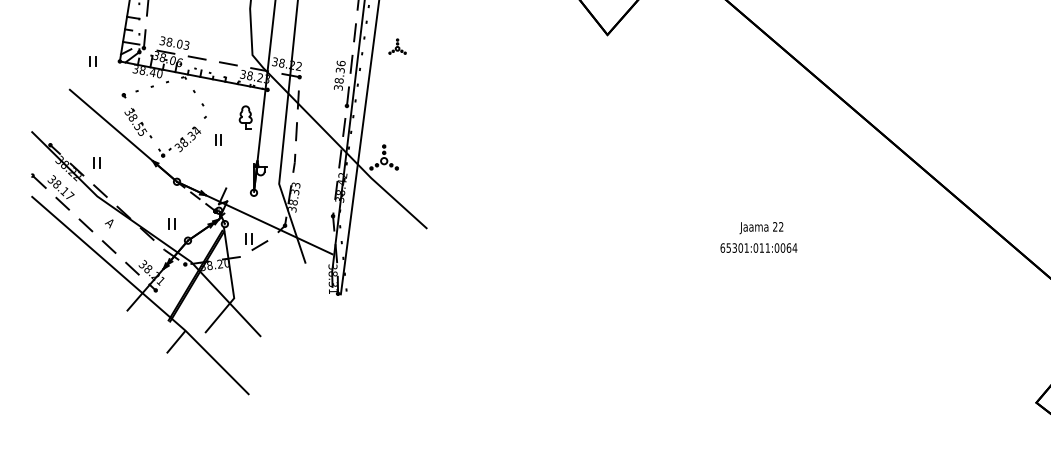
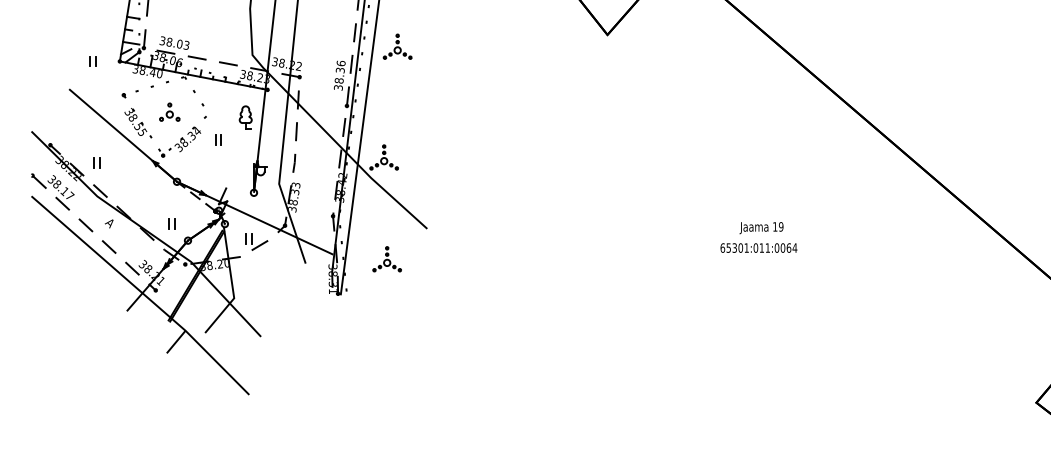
part at (397, 46) size: 19x17 px -> 31x27 px
part at (169, 111): none -> present
text at (778, 226): 22 -> 19
part at (386, 259): none -> present
